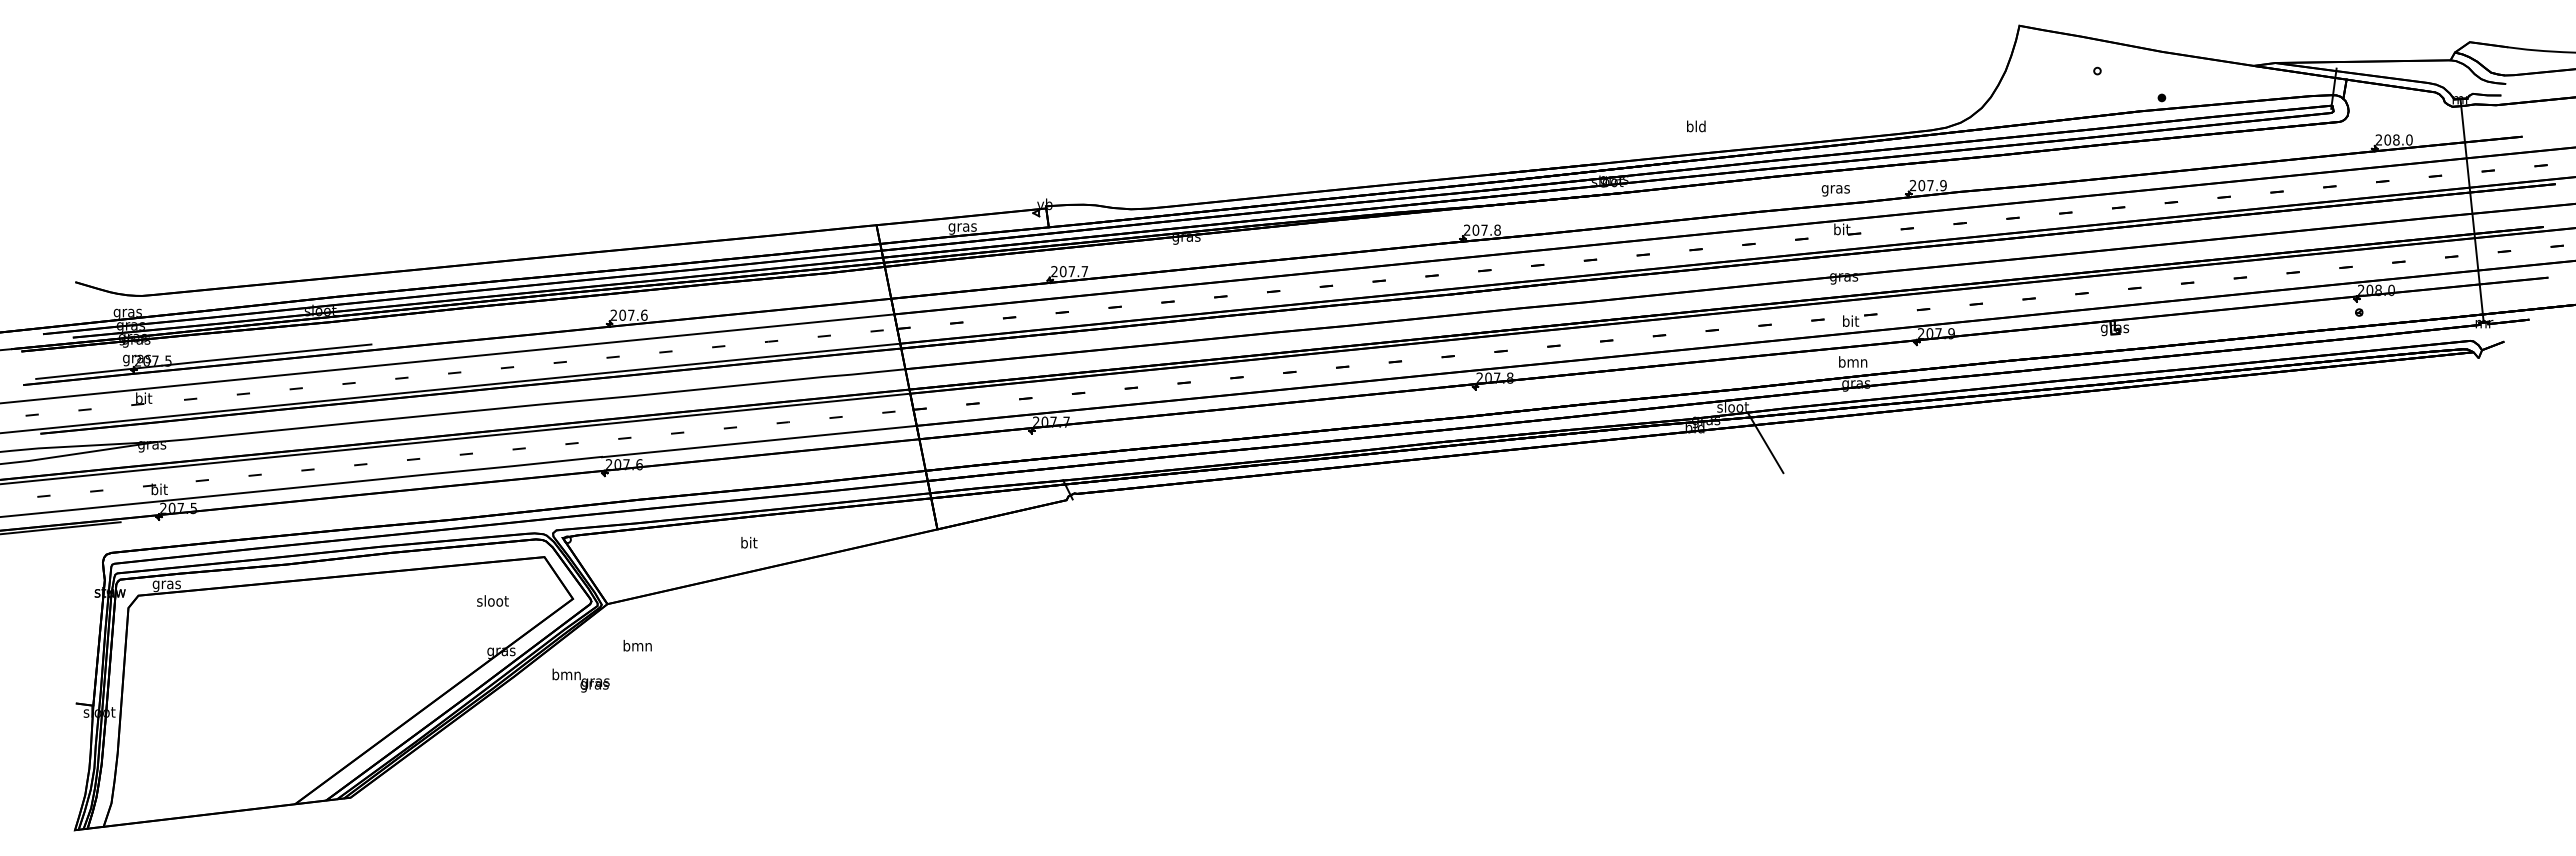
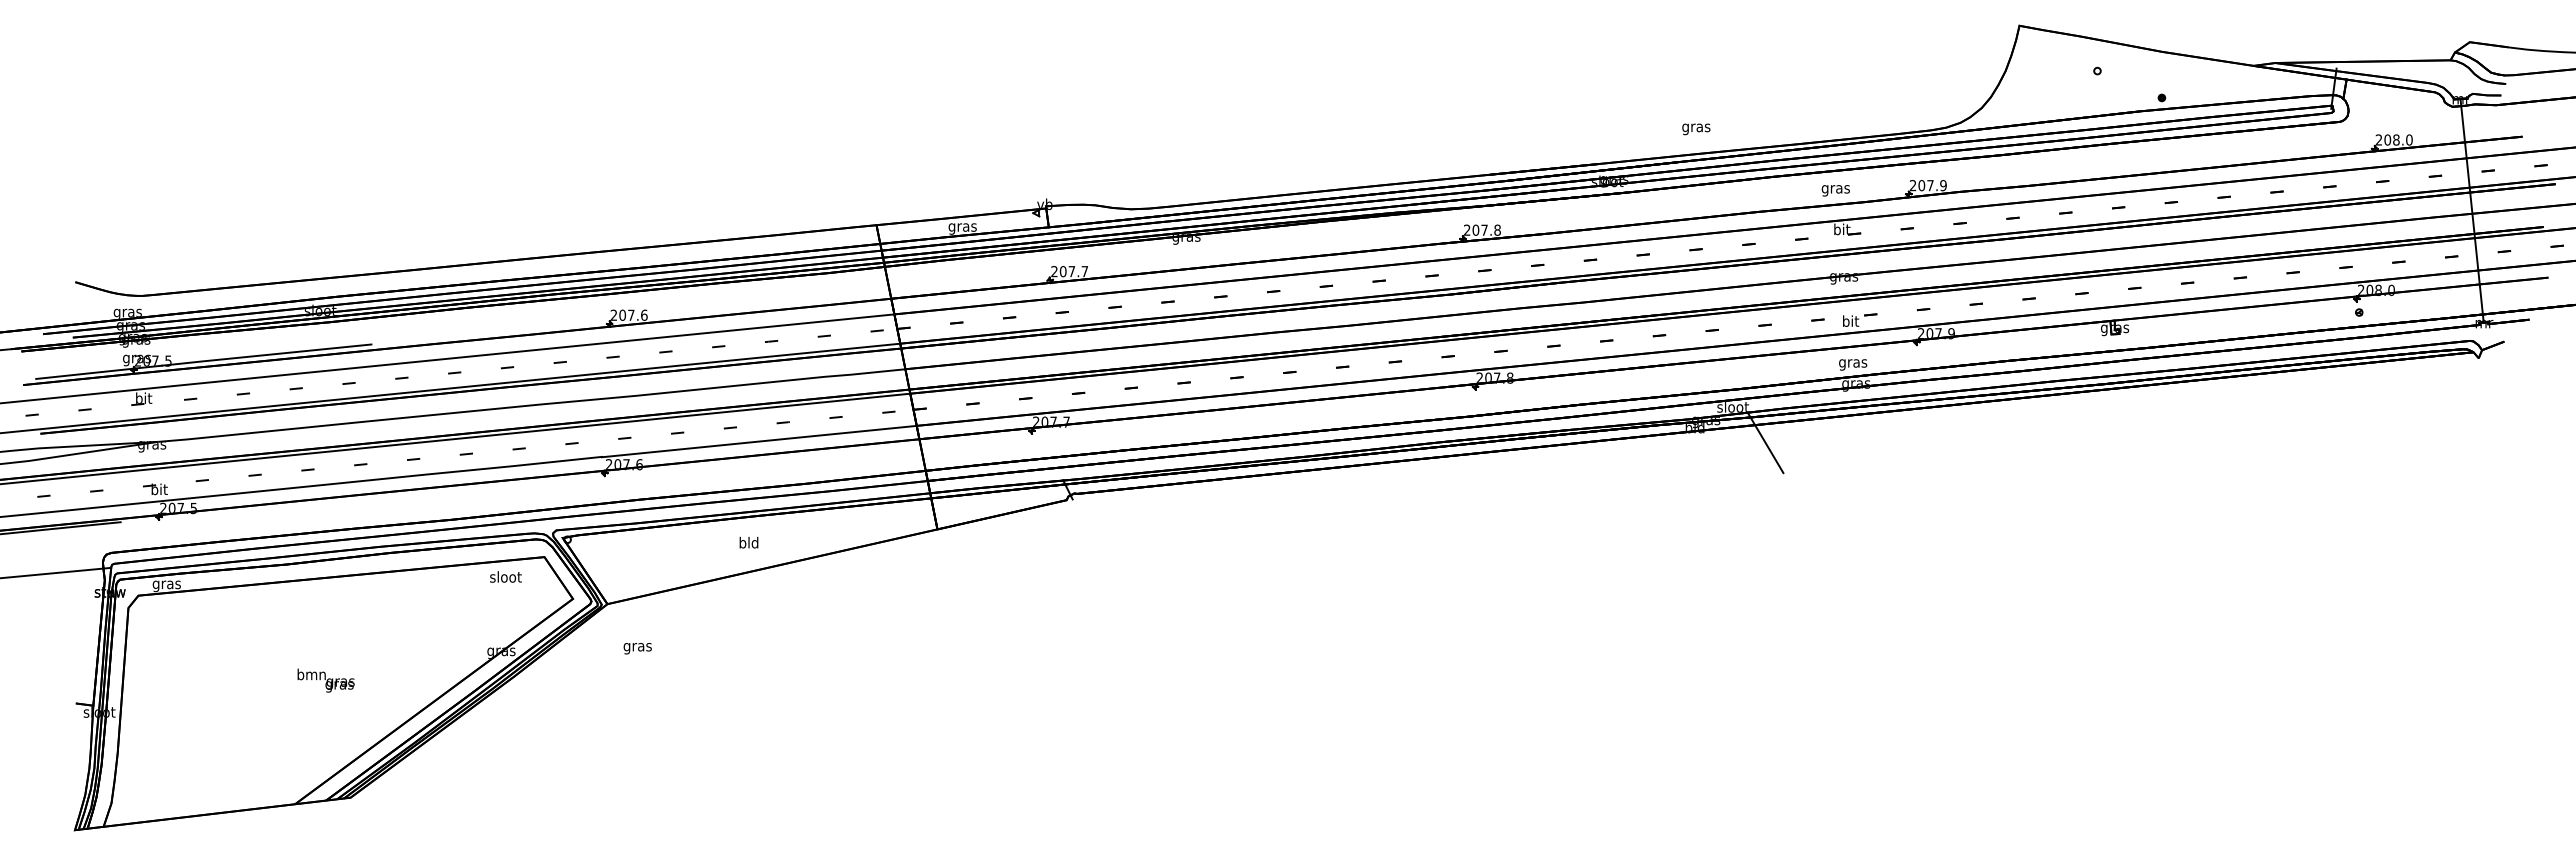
text at (1696, 127): bld -> gras
text at (1853, 363): bmn -> gras
text at (748, 542): bit -> bld
line at (56, 572): none -> present
text at (492, 600) position: (492, 600) -> (505, 576)
text at (637, 646): bmn -> gras
text at (580, 680) position: (580, 680) -> (325, 680)
